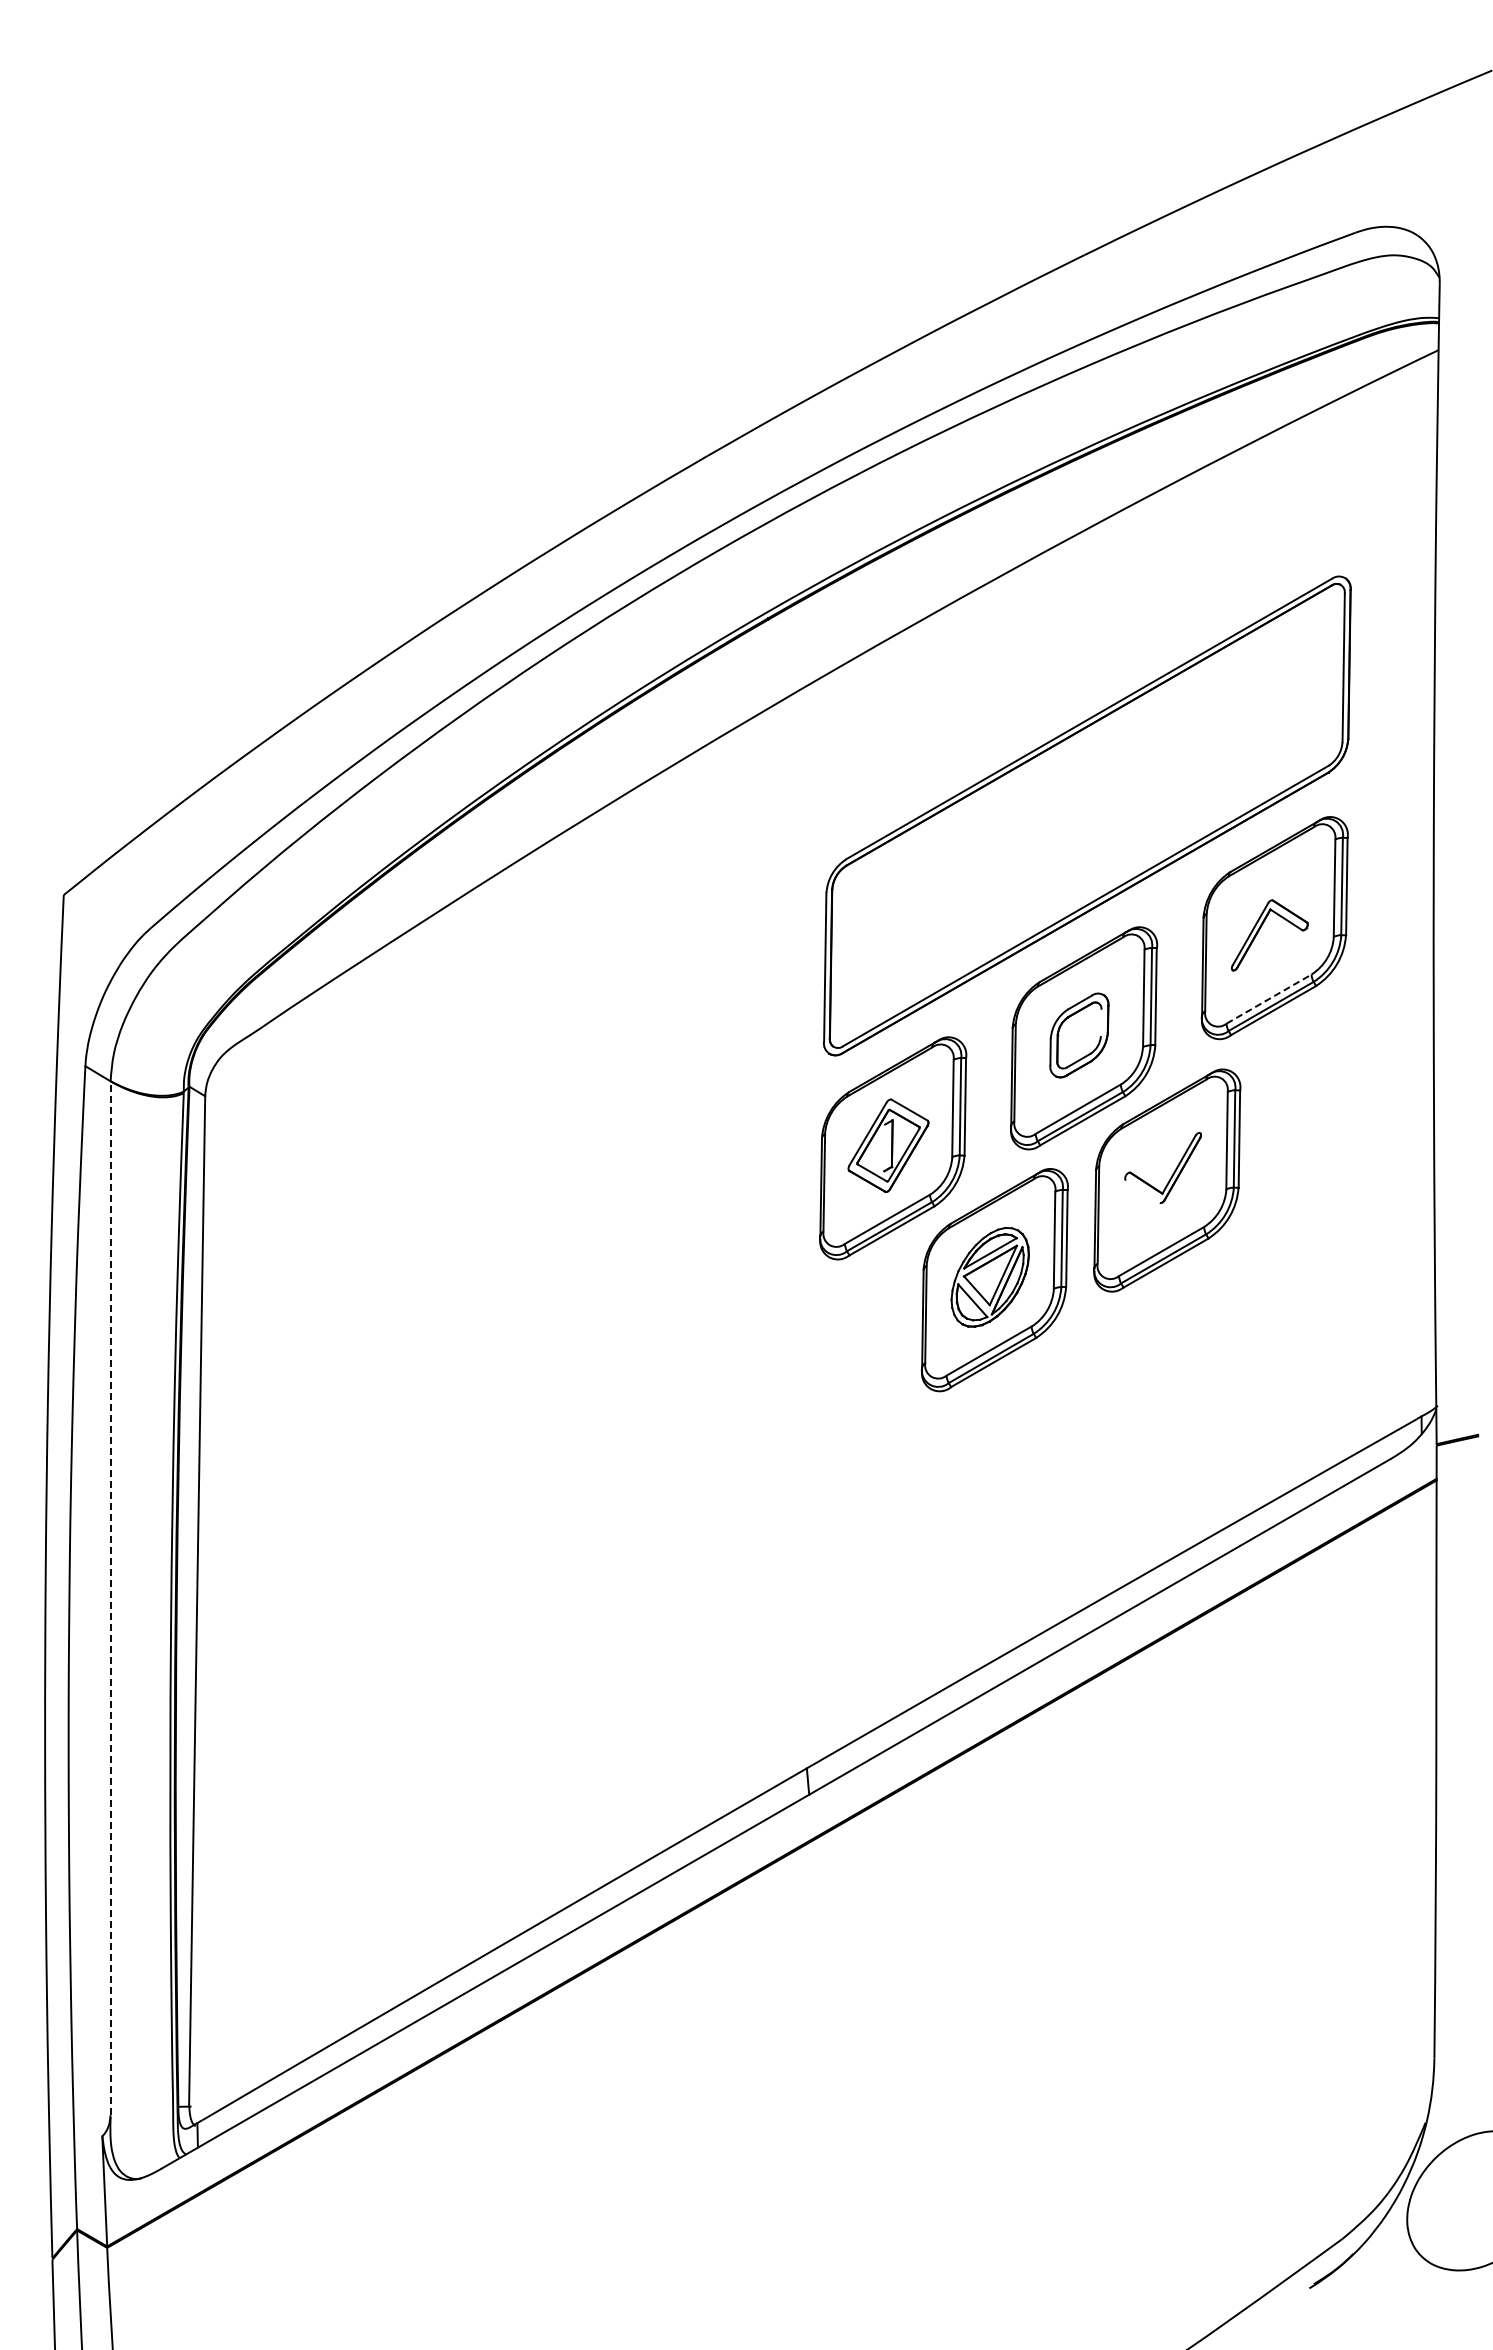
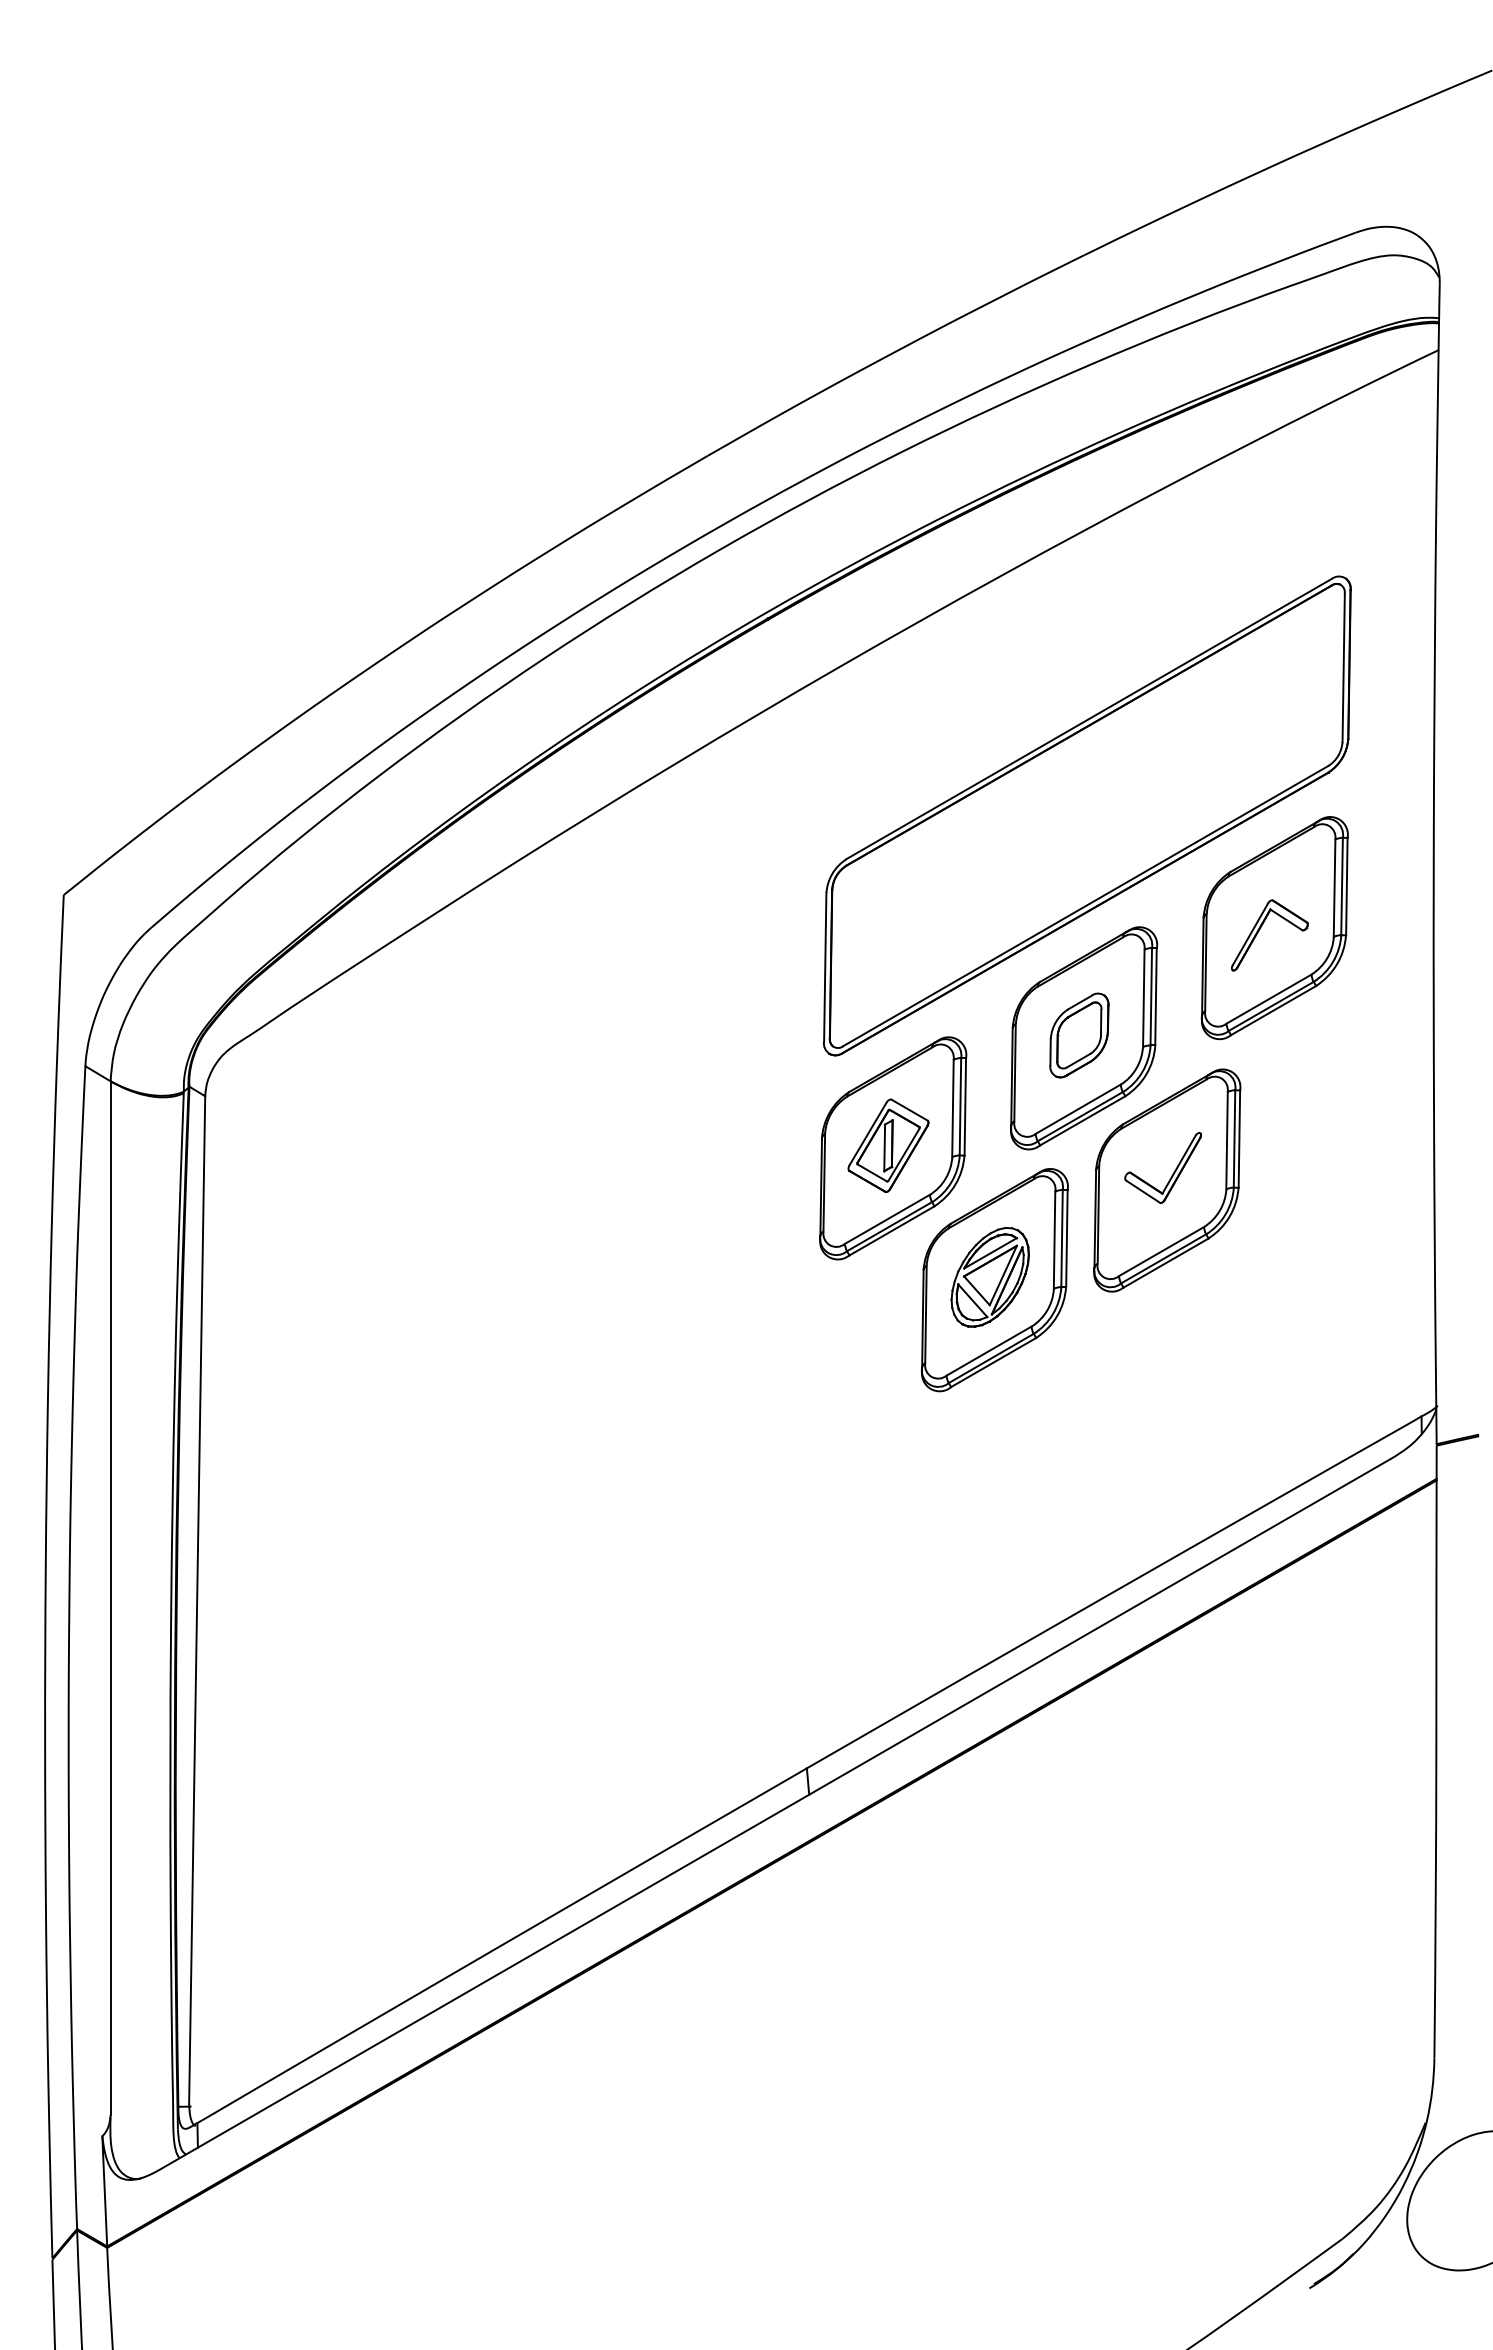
line at (1269, 998): dashed -> solid
line at (1100, 1022): none -> present
line at (884, 1147): none -> present
line at (1142, 1191): none -> present
line at (110, 1598): dashed -> solid
